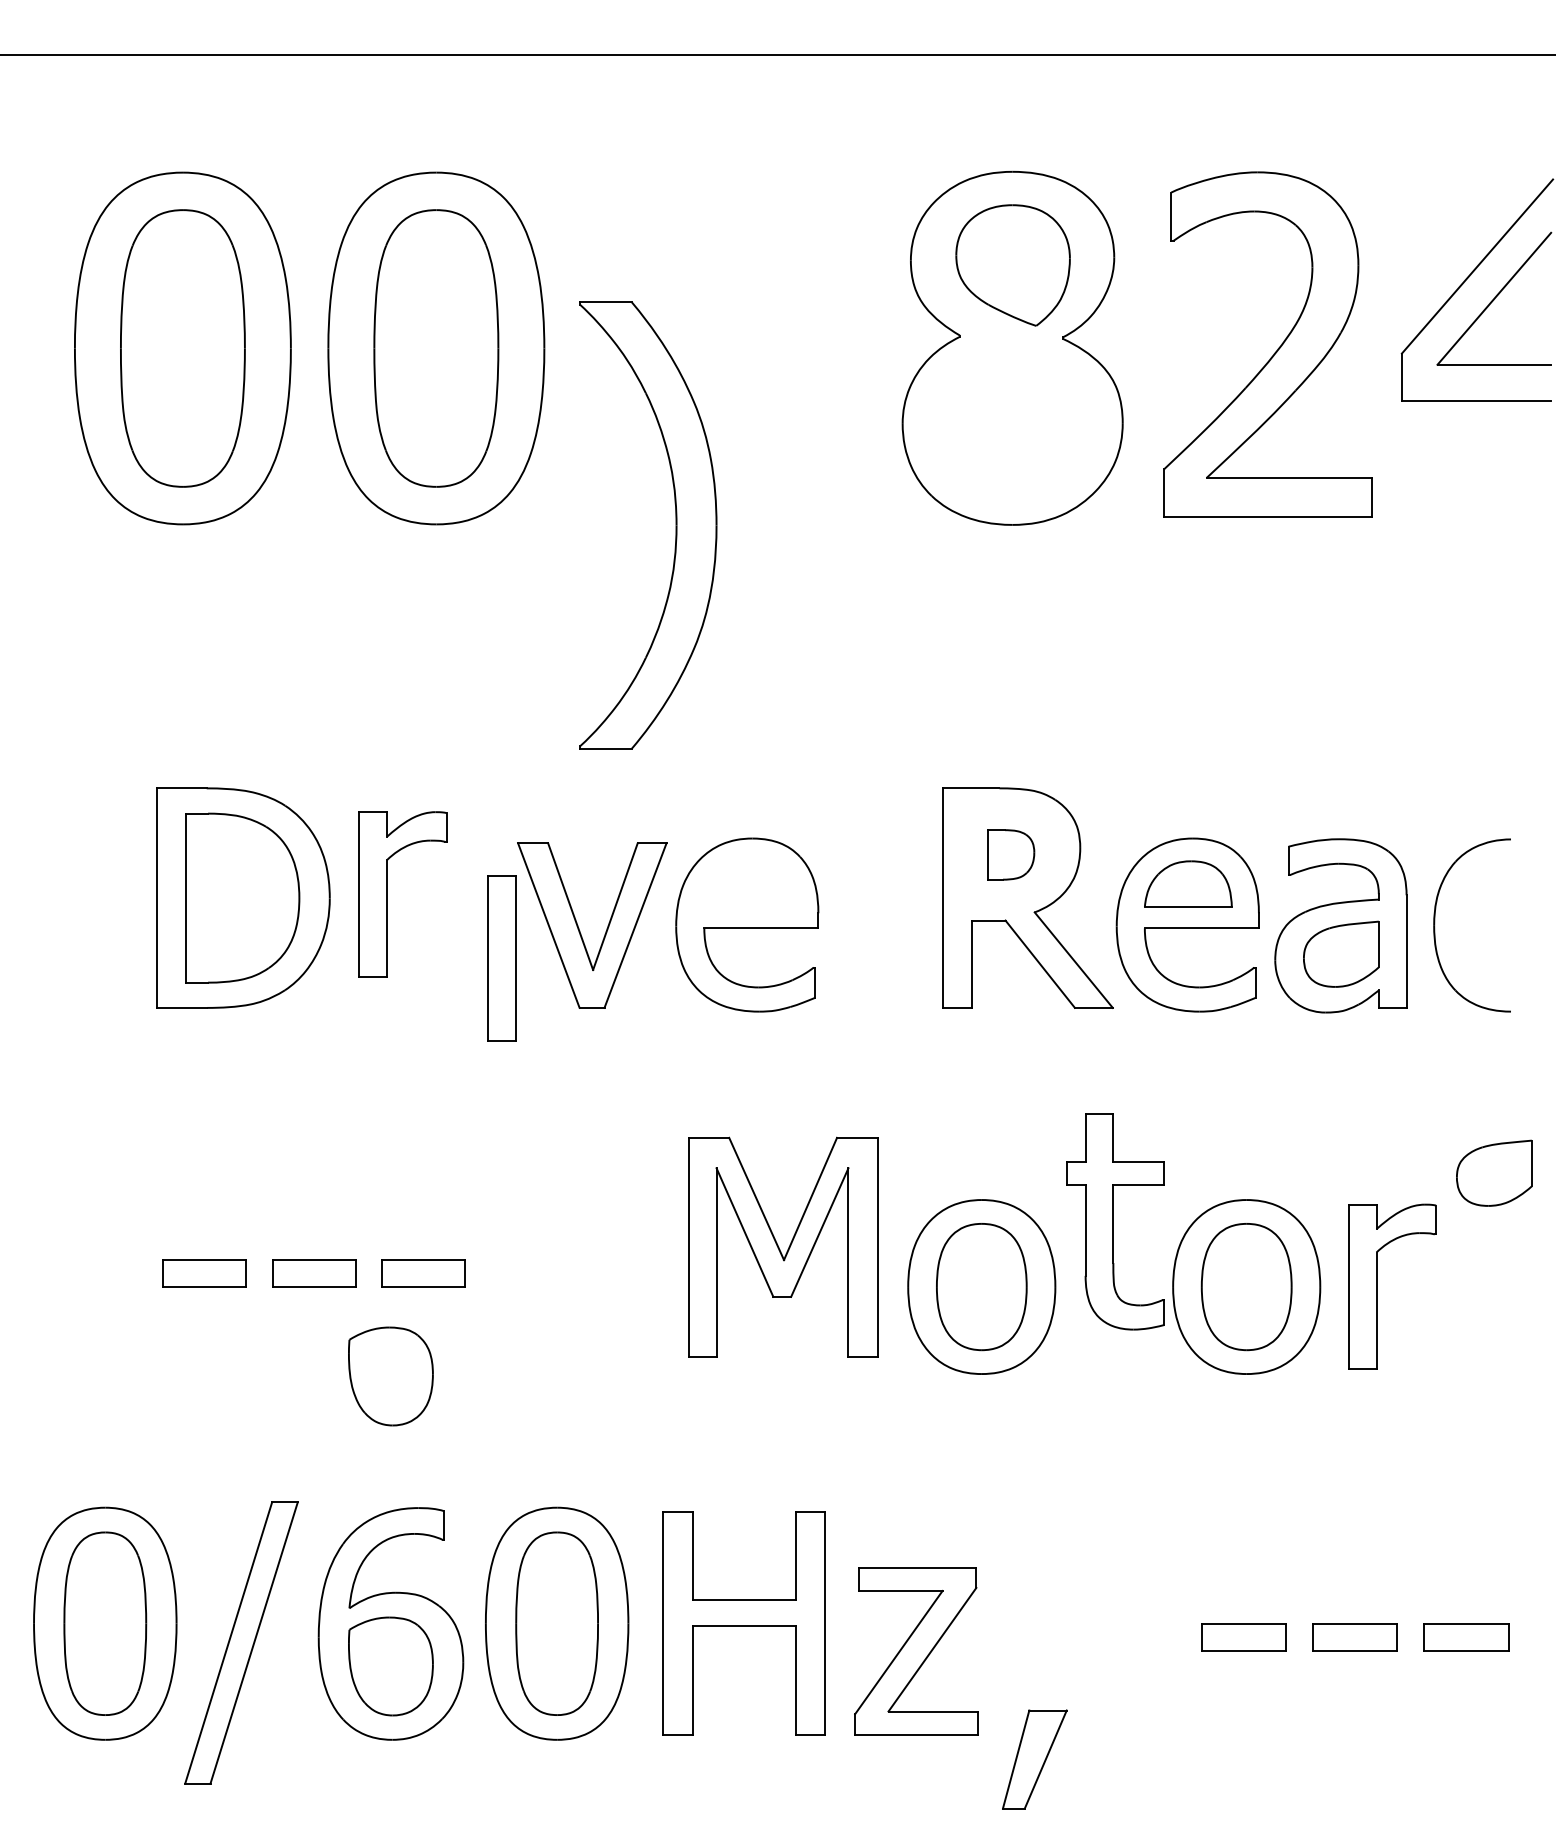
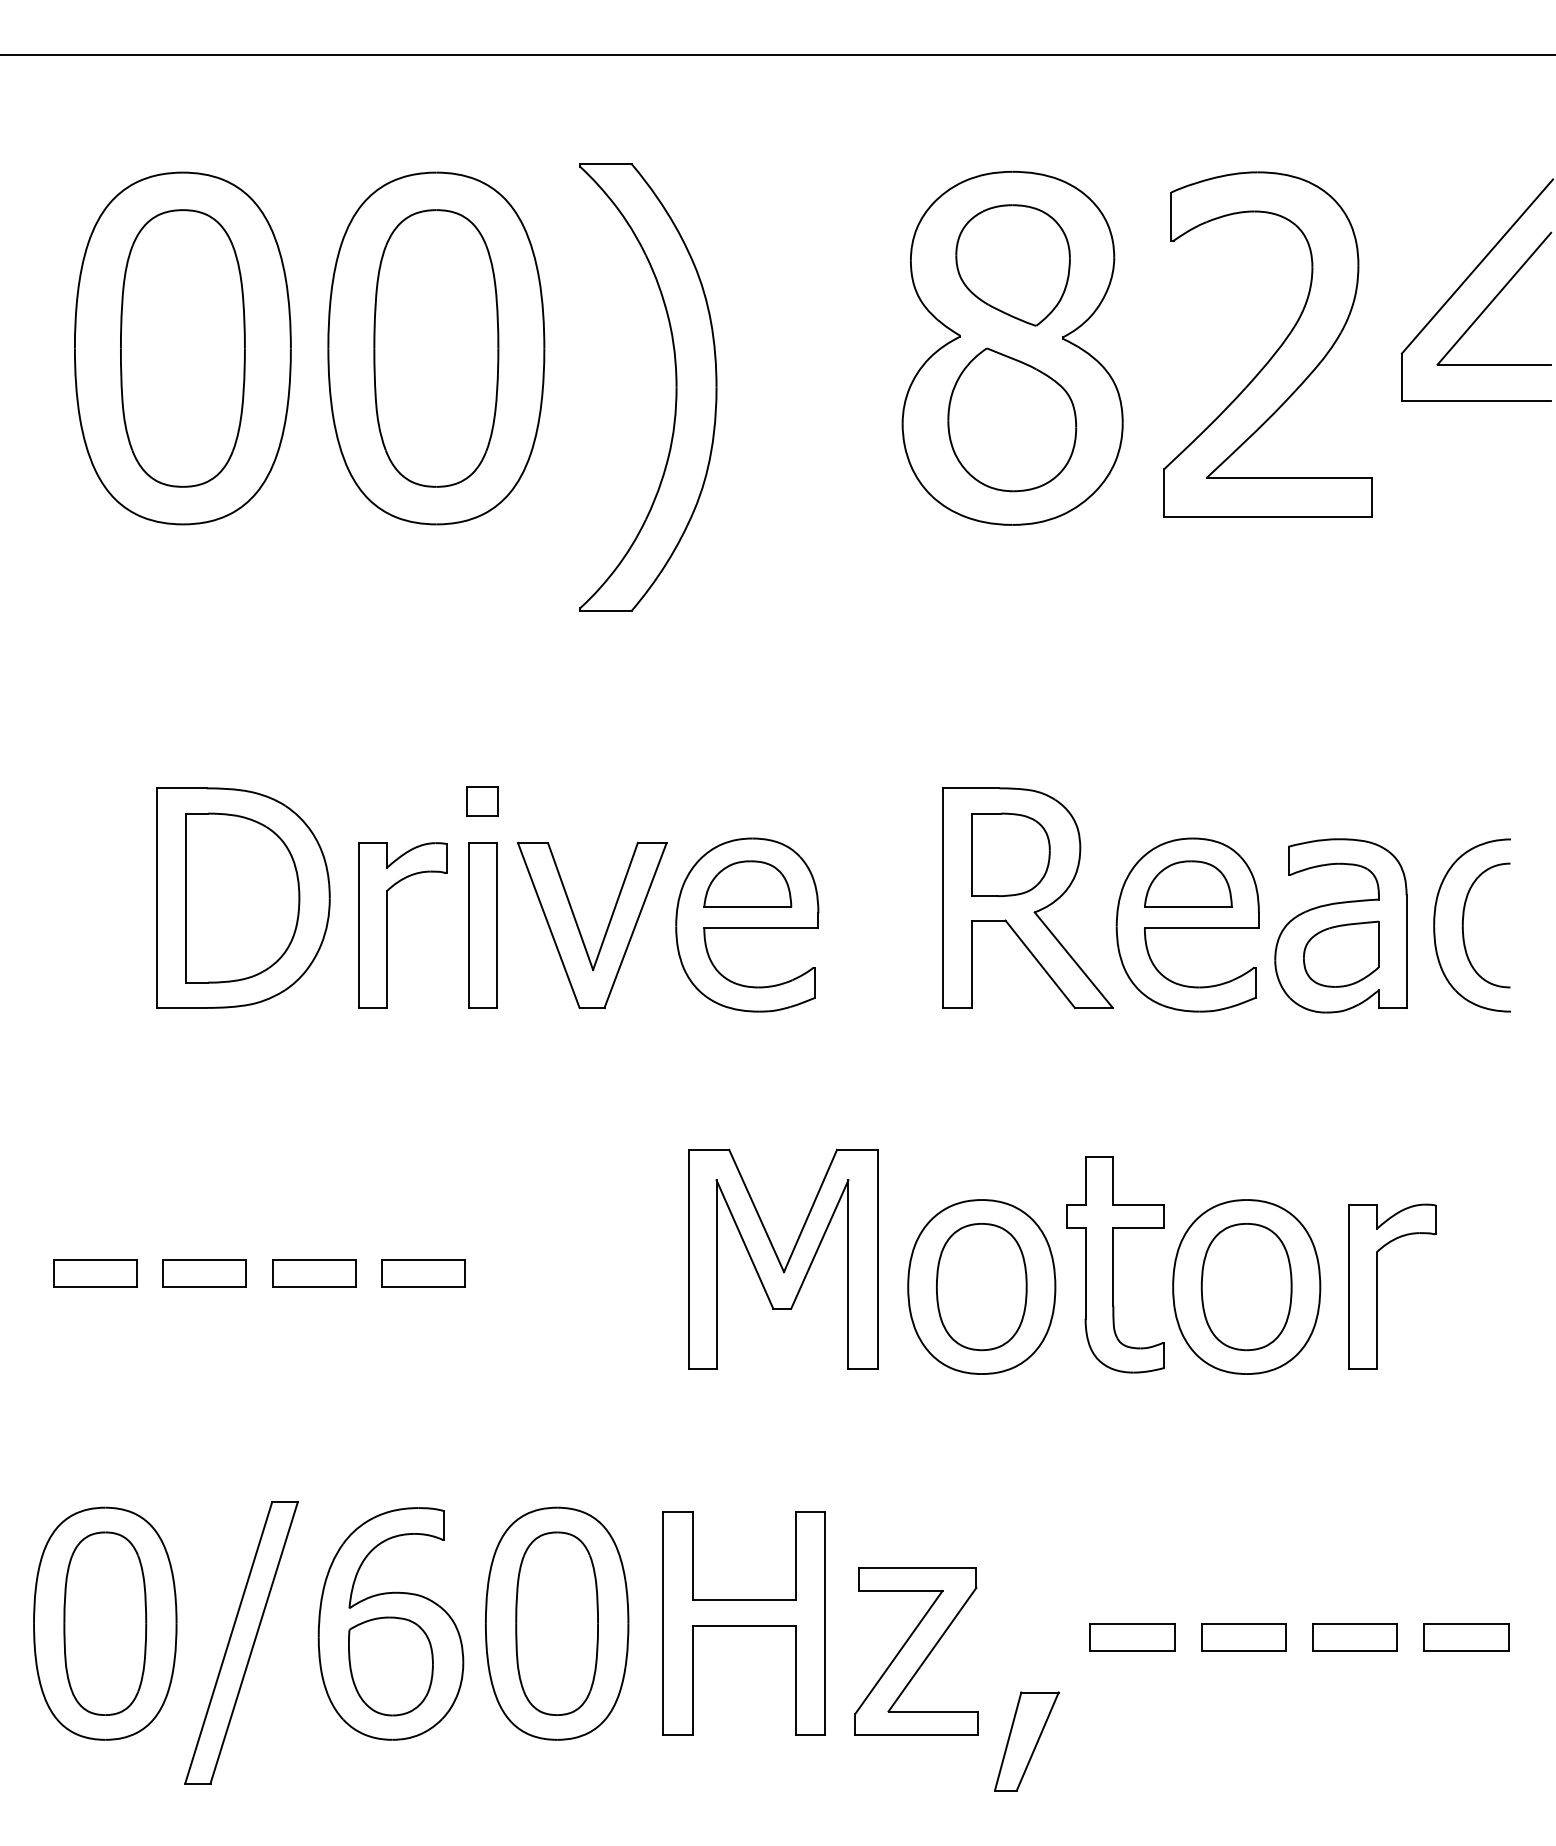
part at (1012, 419): none -> present
part at (675, 525) position: (675, 525) -> (675, 387)
part at (482, 801): none -> present
part at (1011, 854) size: 49x52 px -> 80x86 px
part at (747, 883): none -> present
part at (387, 894) position: (387, 894) -> (387, 925)
part at (1463, 925): none -> present
part at (501, 958) position: (501, 958) -> (482, 925)
part at (1494, 1172): present -> none
part at (1115, 1221) position: (1115, 1221) -> (1115, 1264)
part at (783, 1246) position: (783, 1246) -> (783, 1258)
part at (95, 1273): none -> present
part at (390, 1376): present -> none
part at (1132, 1637): none -> present
part at (1034, 1759) position: (1034, 1759) -> (1026, 1741)
